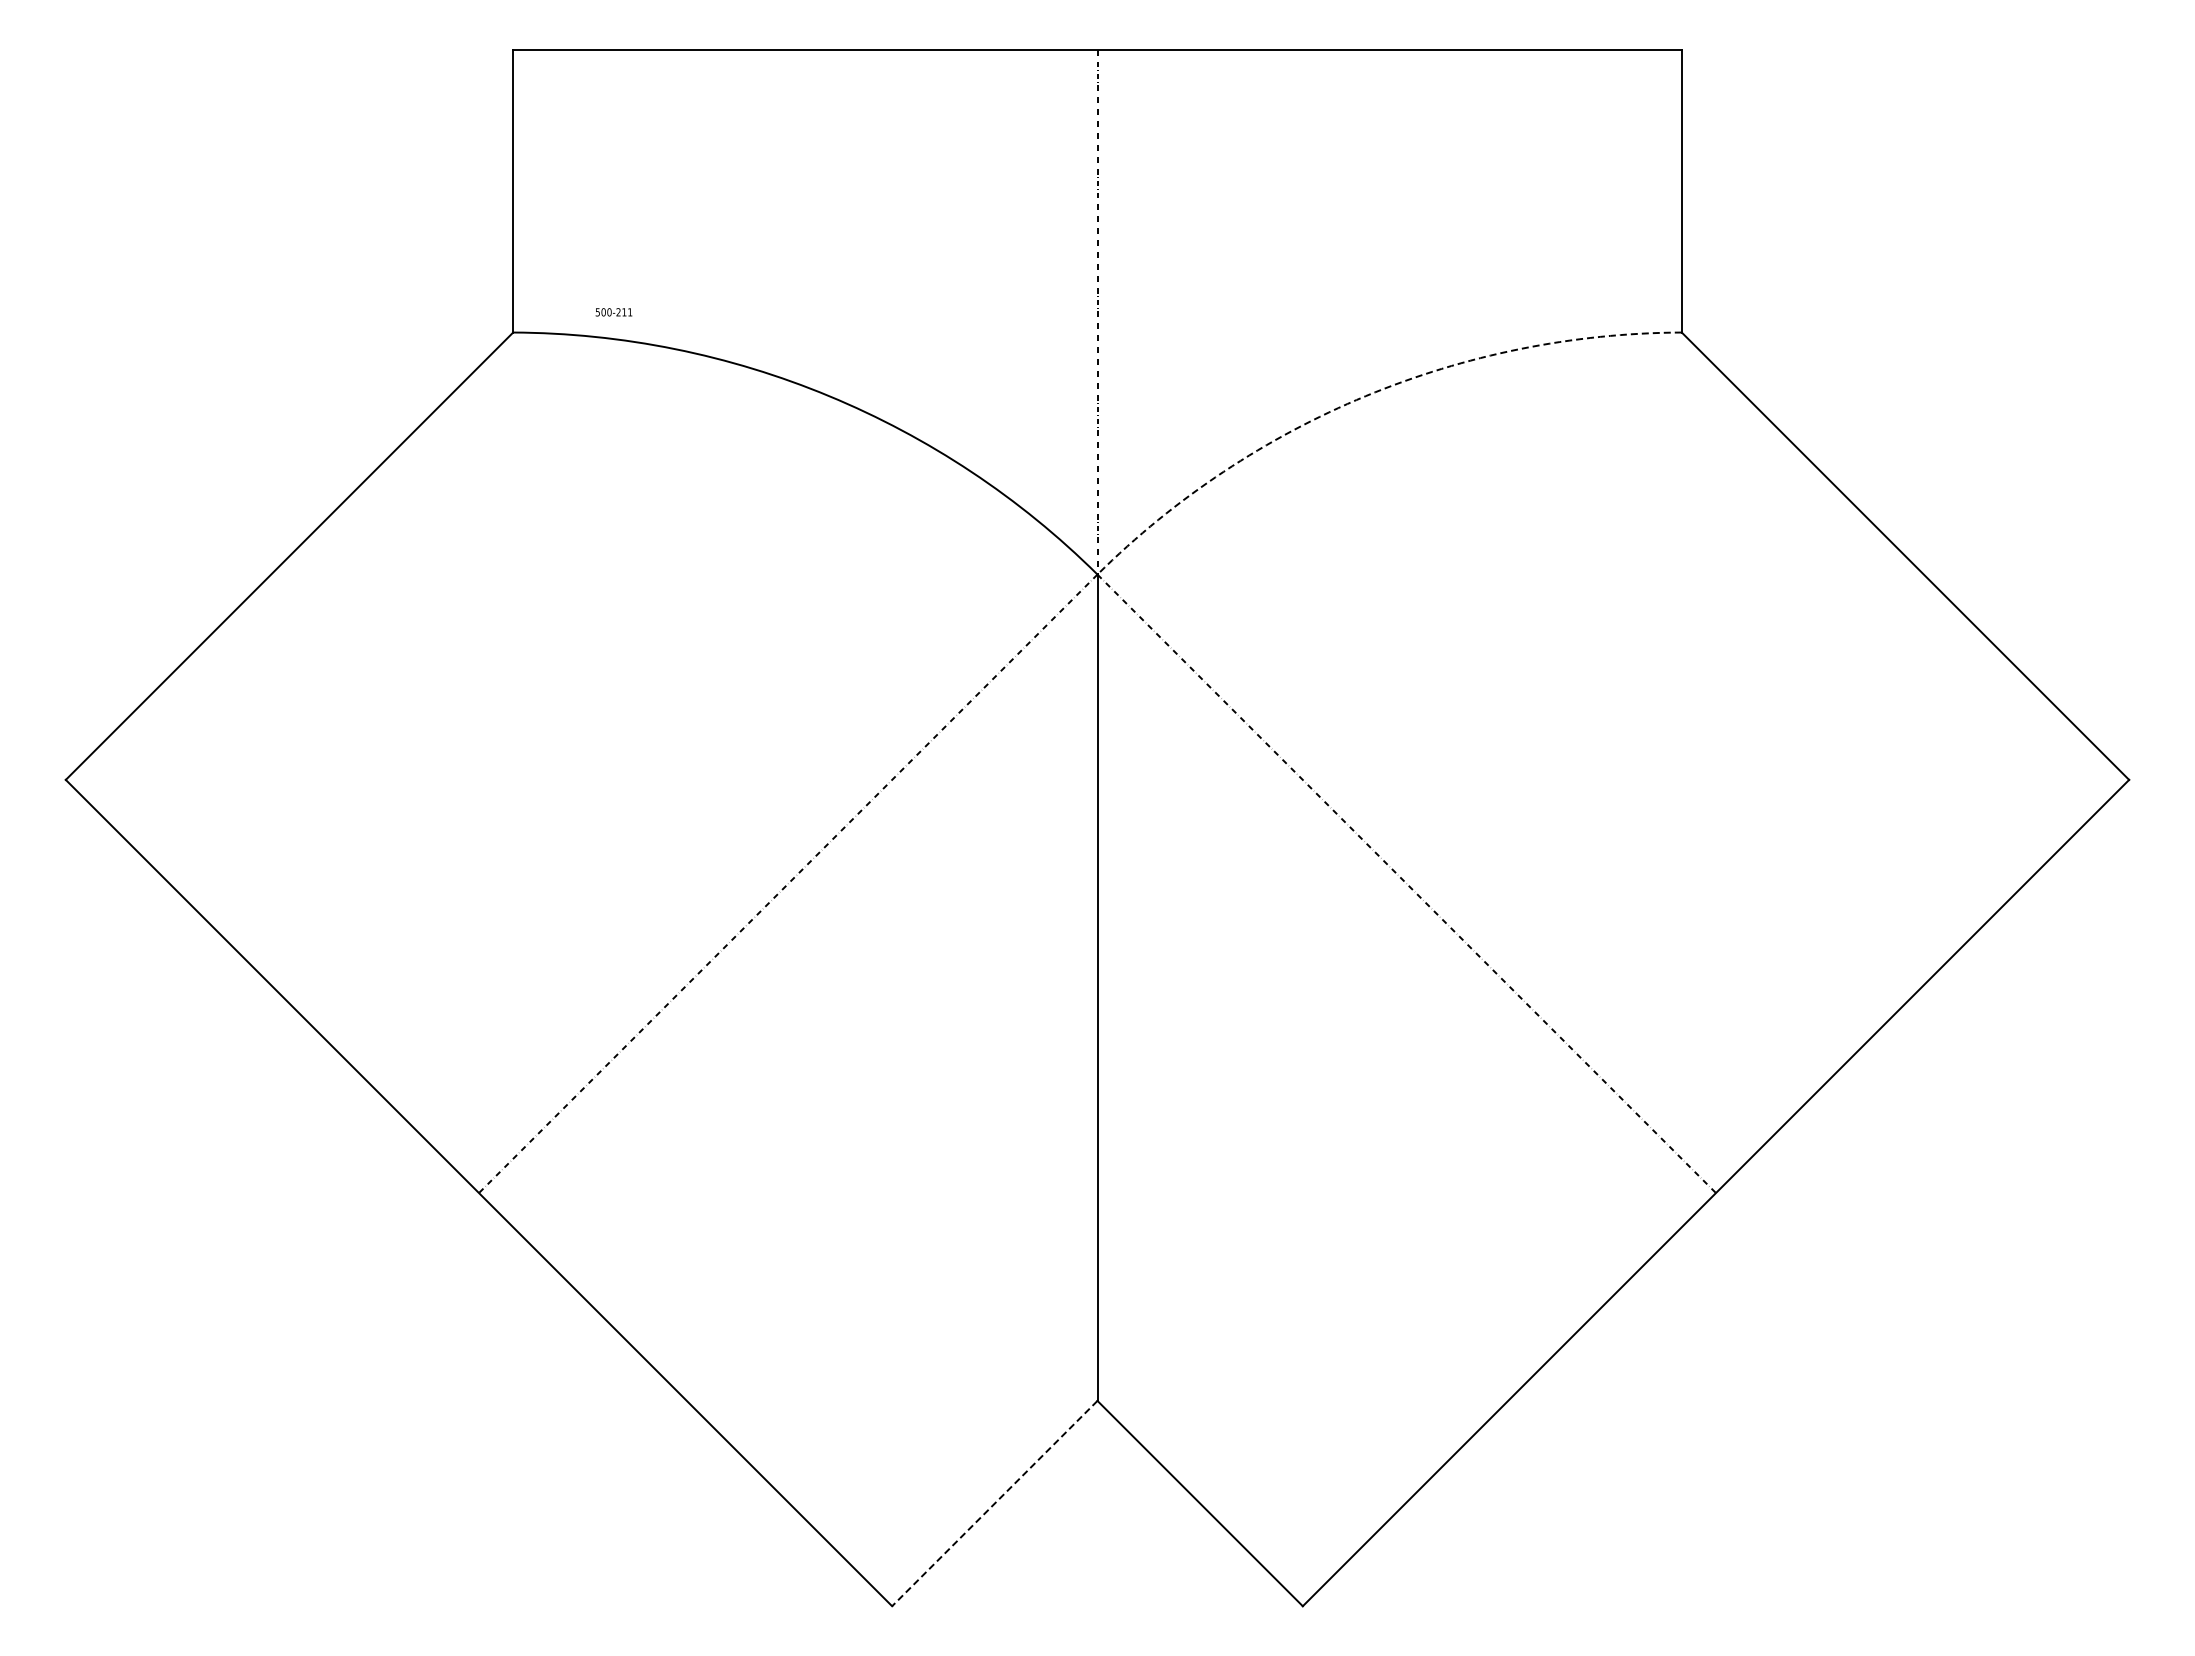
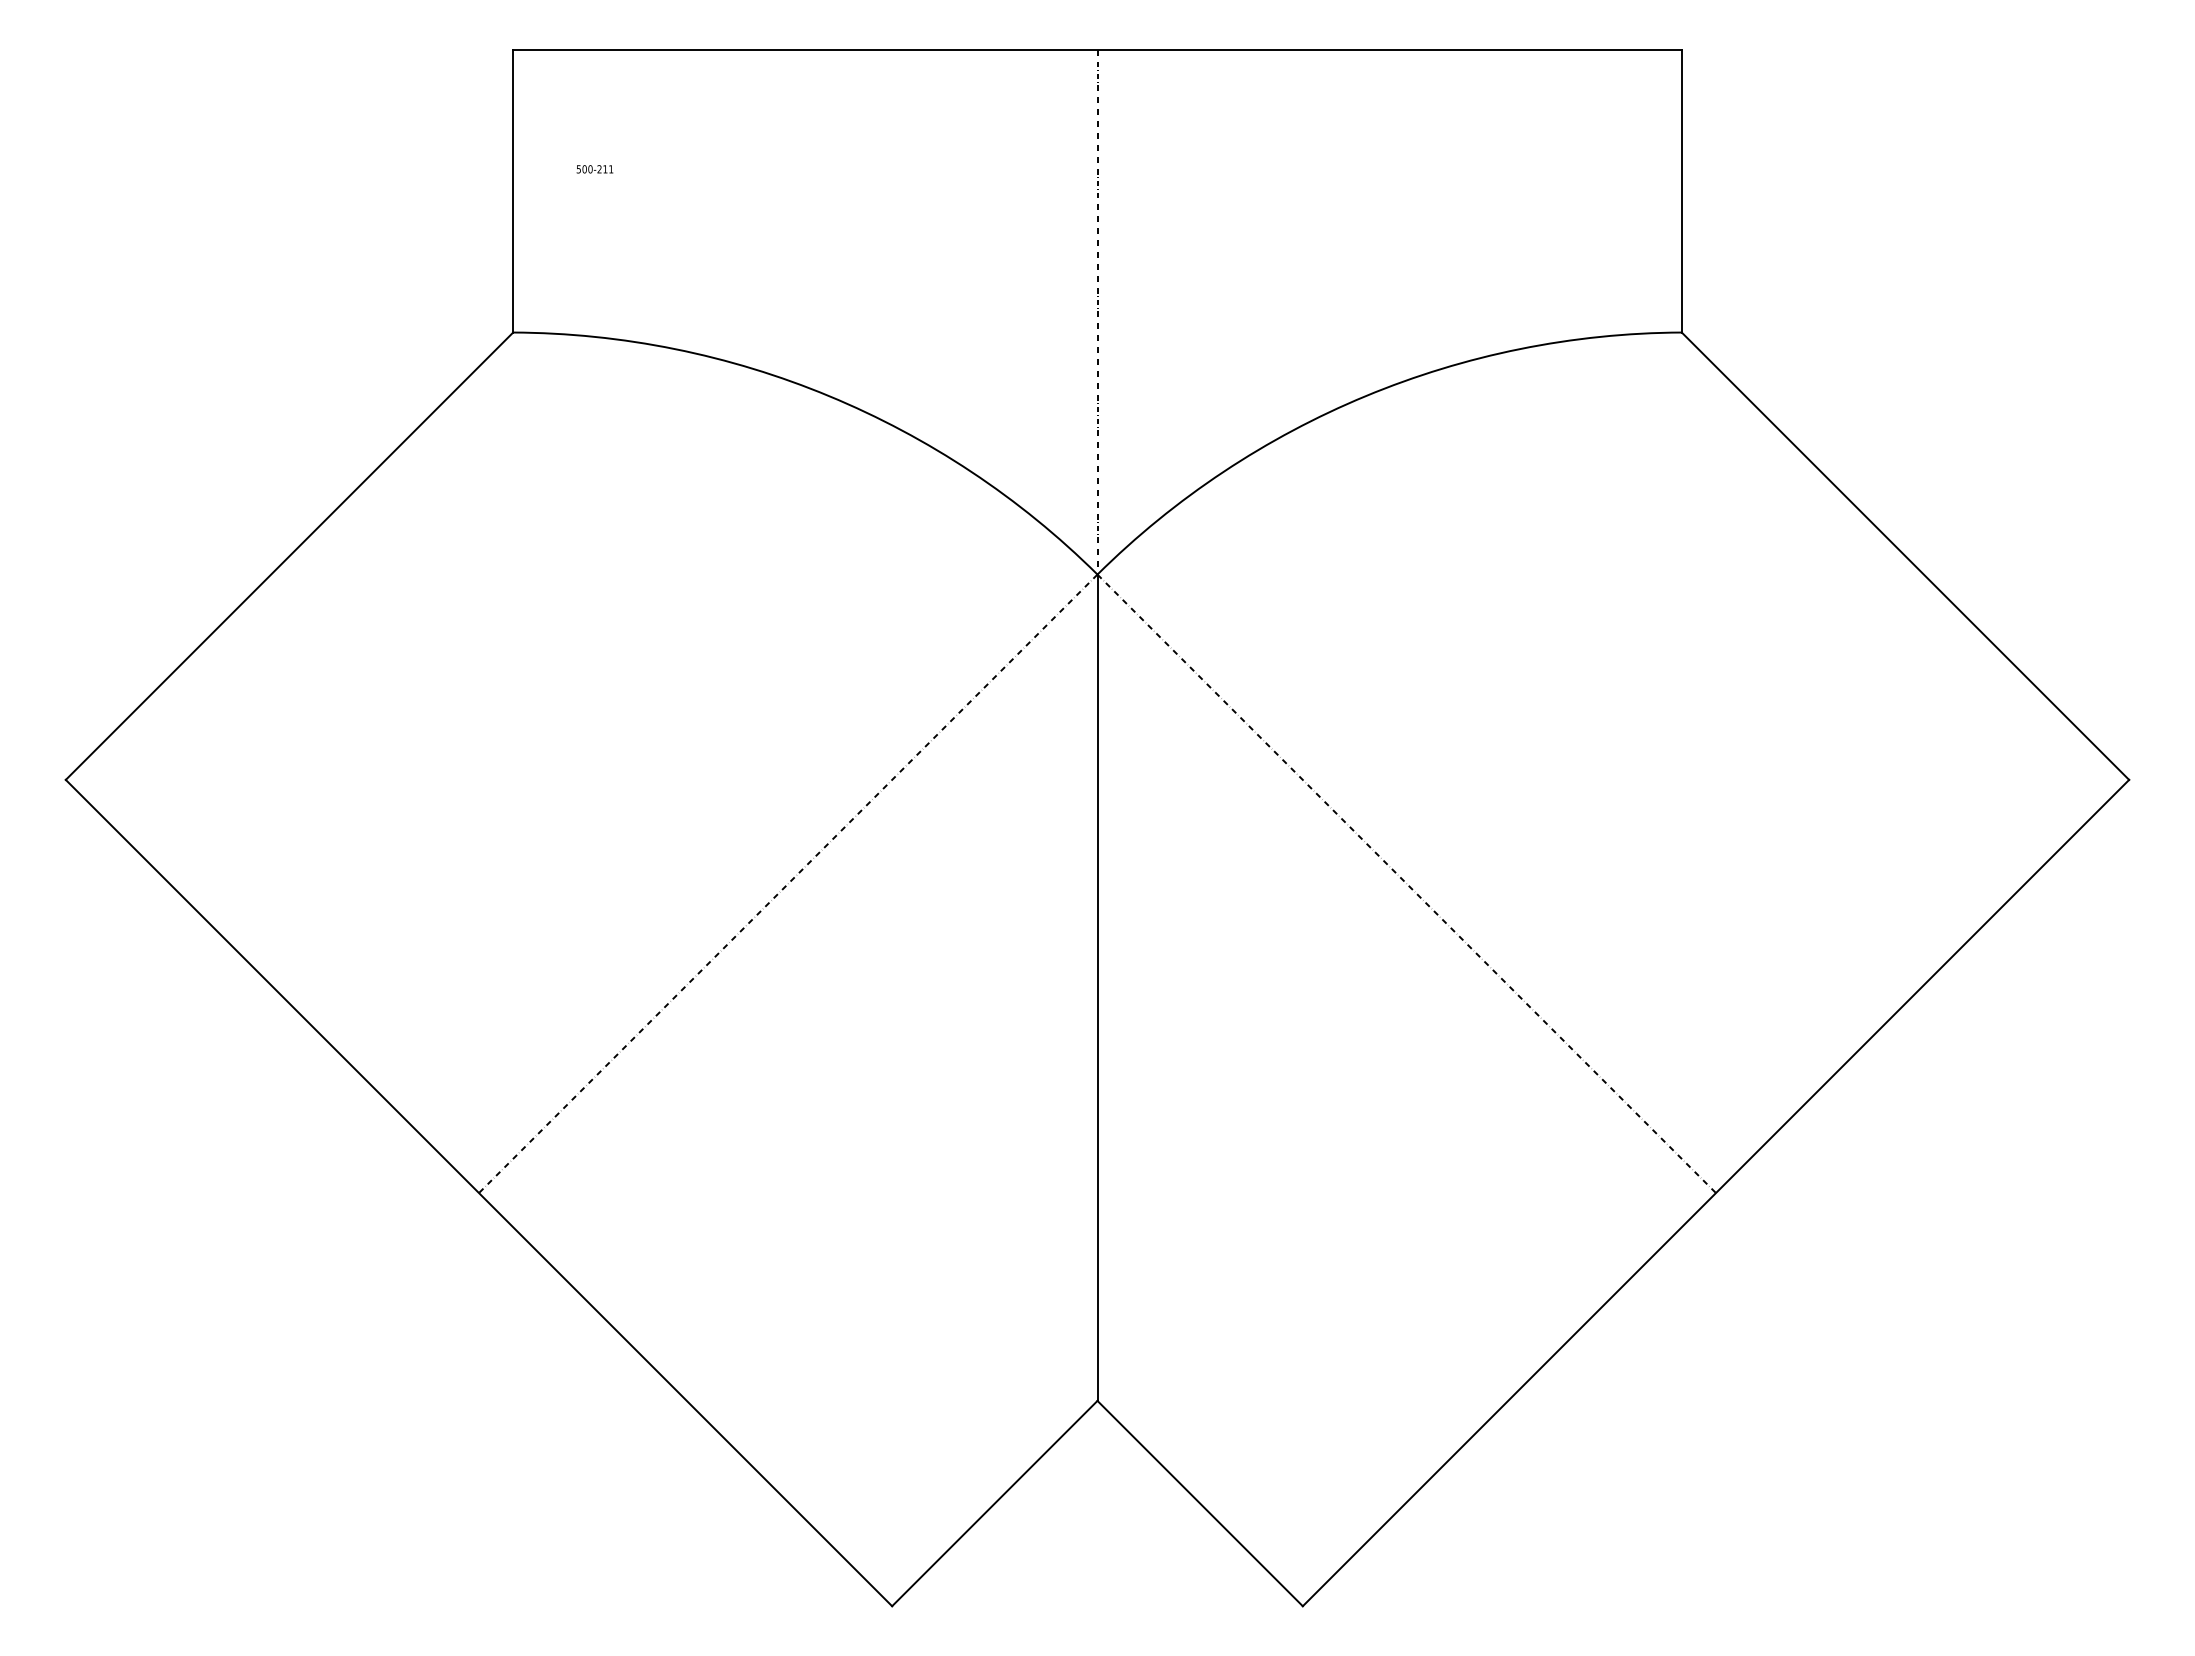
text at (613, 312) position: (613, 312) -> (594, 169)
arc at (1365, 396): dashed -> solid
line at (994, 1503): dashed -> solid
